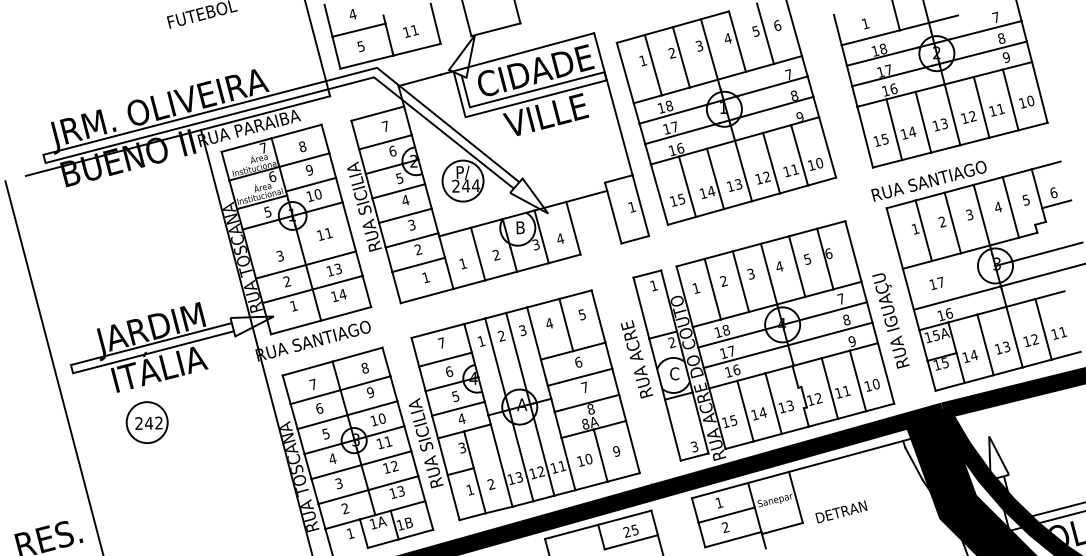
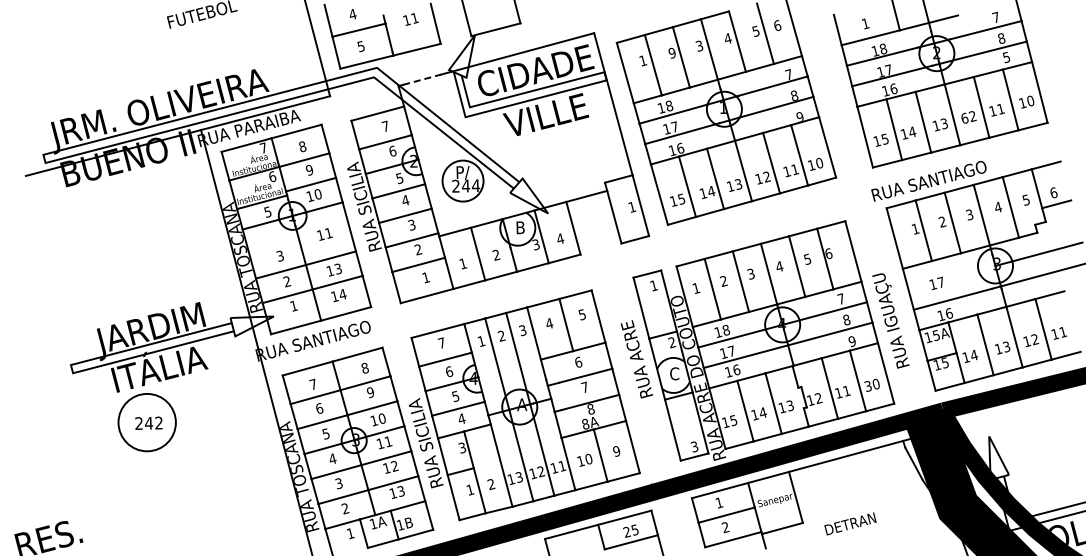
text at (410, 31) position: (410, 31) -> (410, 19)
text at (672, 53): 2 -> 9
text at (1006, 57): 9 -> 5
line at (422, 79): solid -> dashed
text at (964, 117): 12 -> 62
line at (53, 366): present -> none
text at (868, 386): 10 -> 30
circle at (146, 422) diameter: 41 px -> 57 px
text at (841, 511) position: (841, 511) -> (850, 523)
